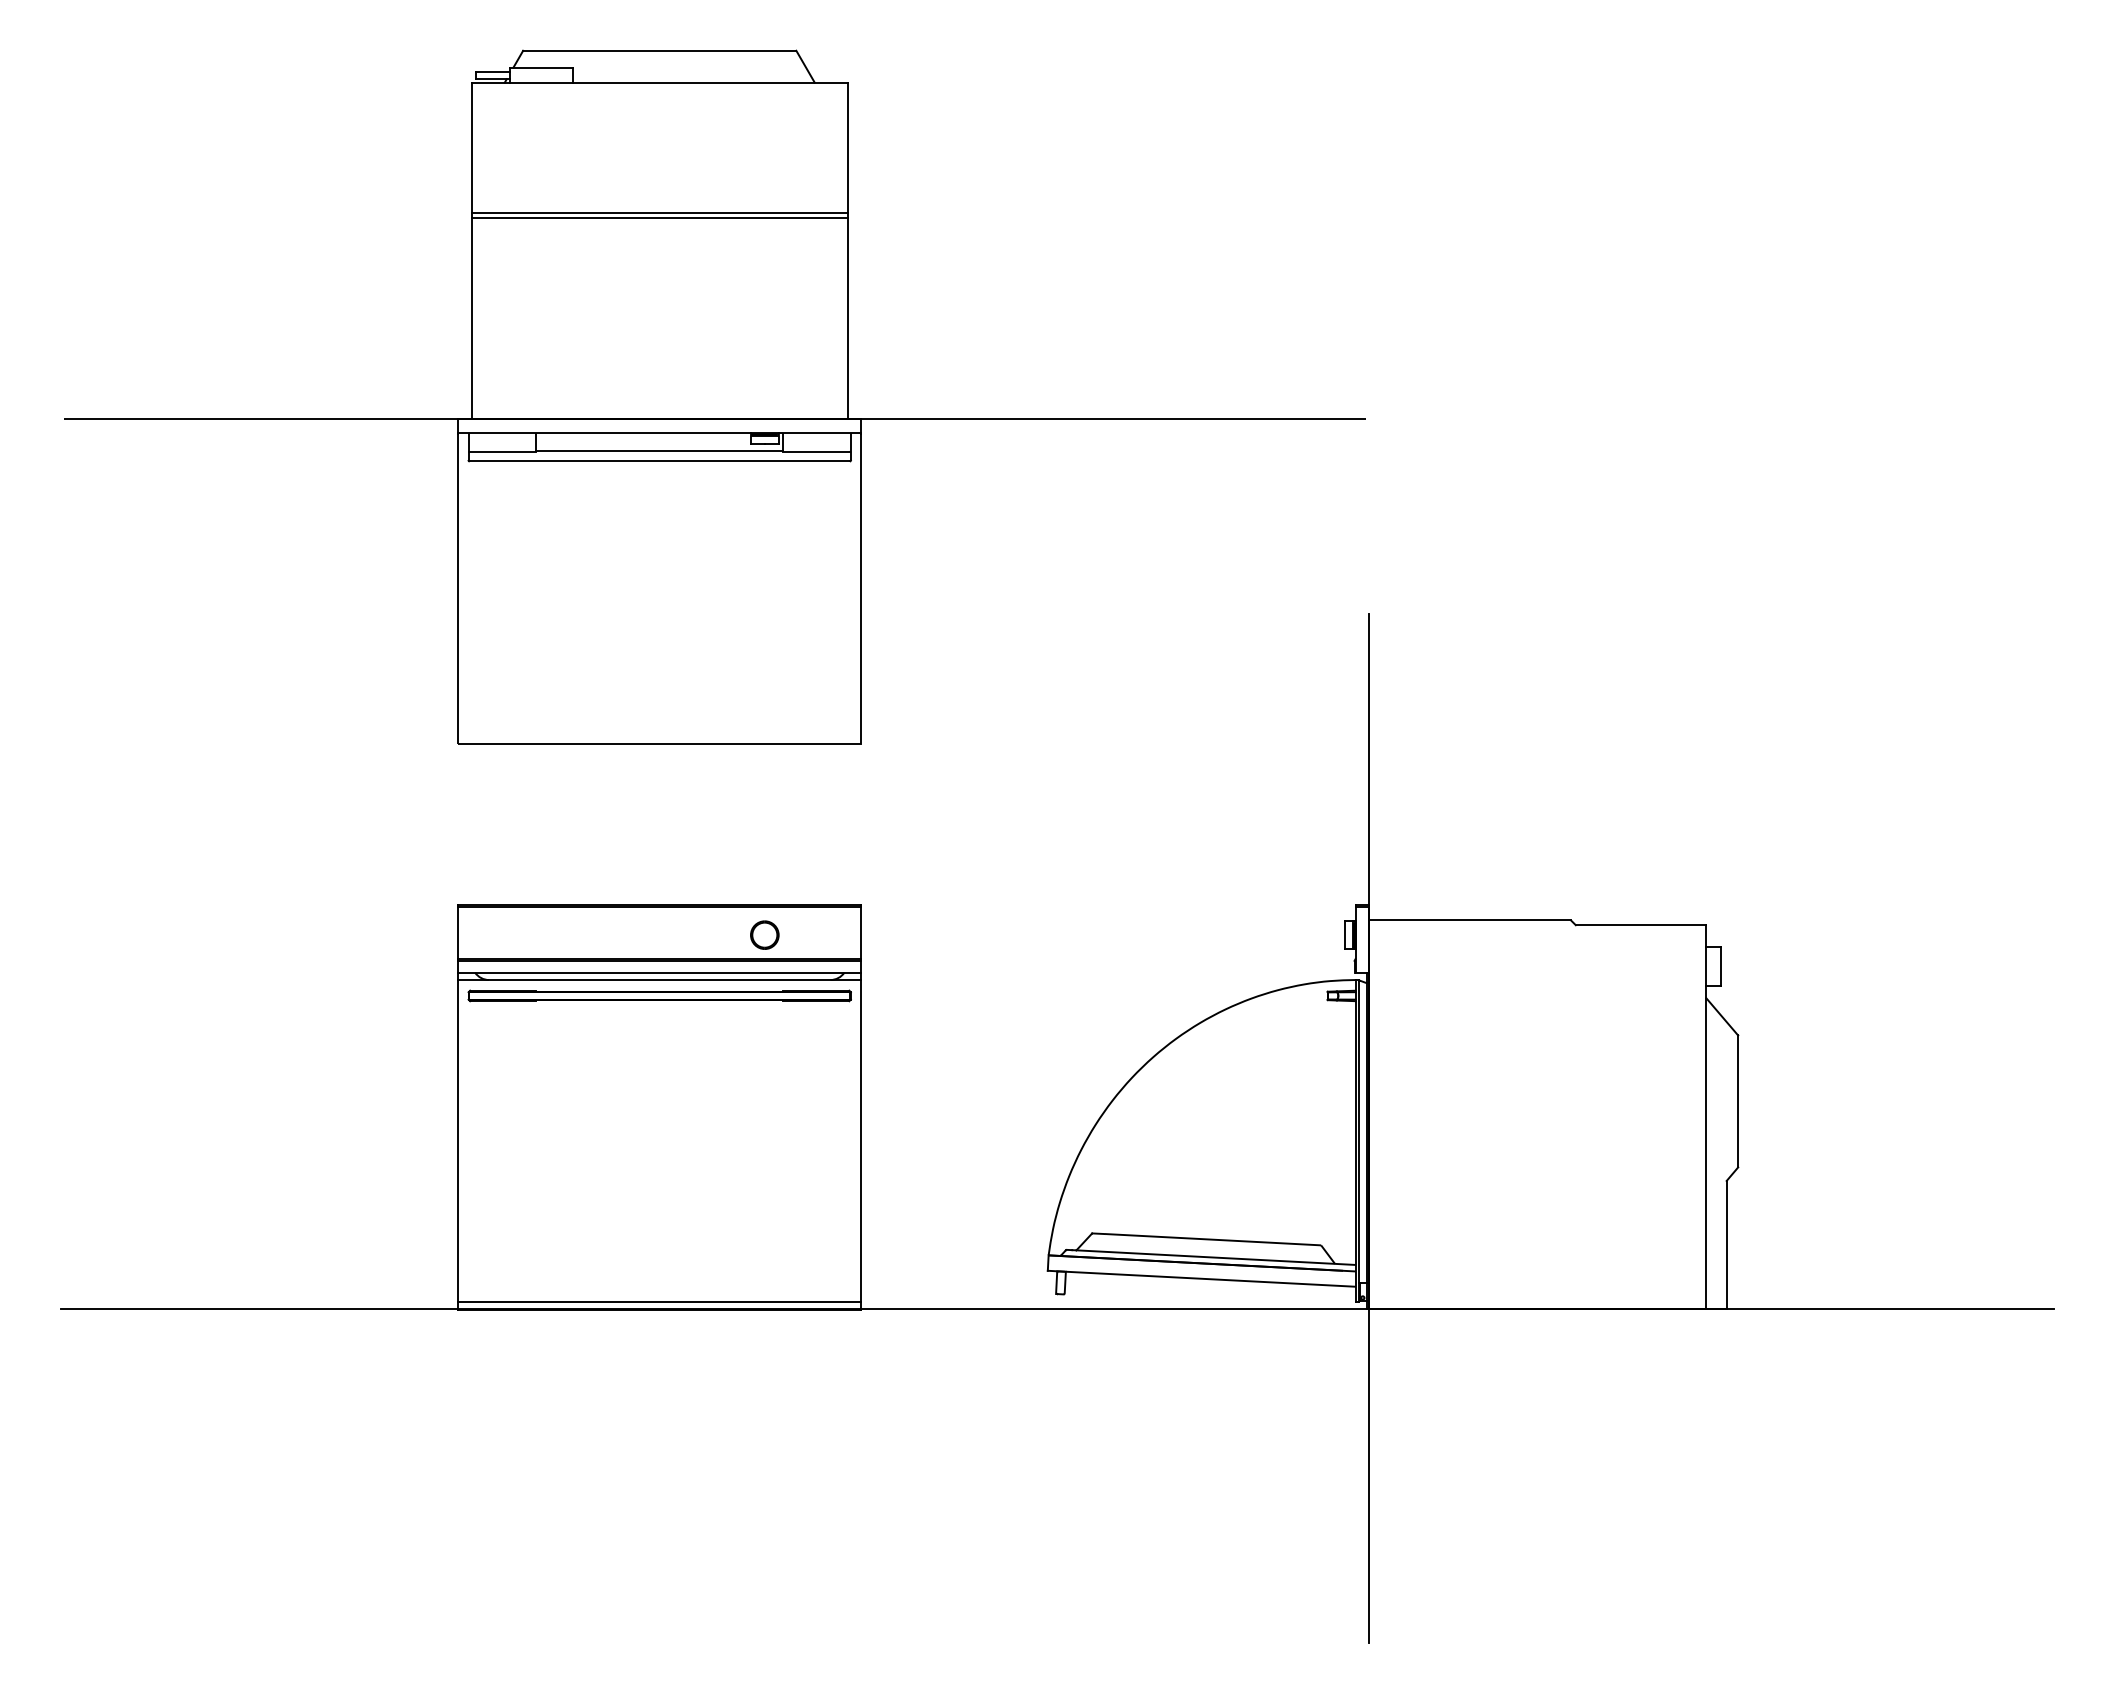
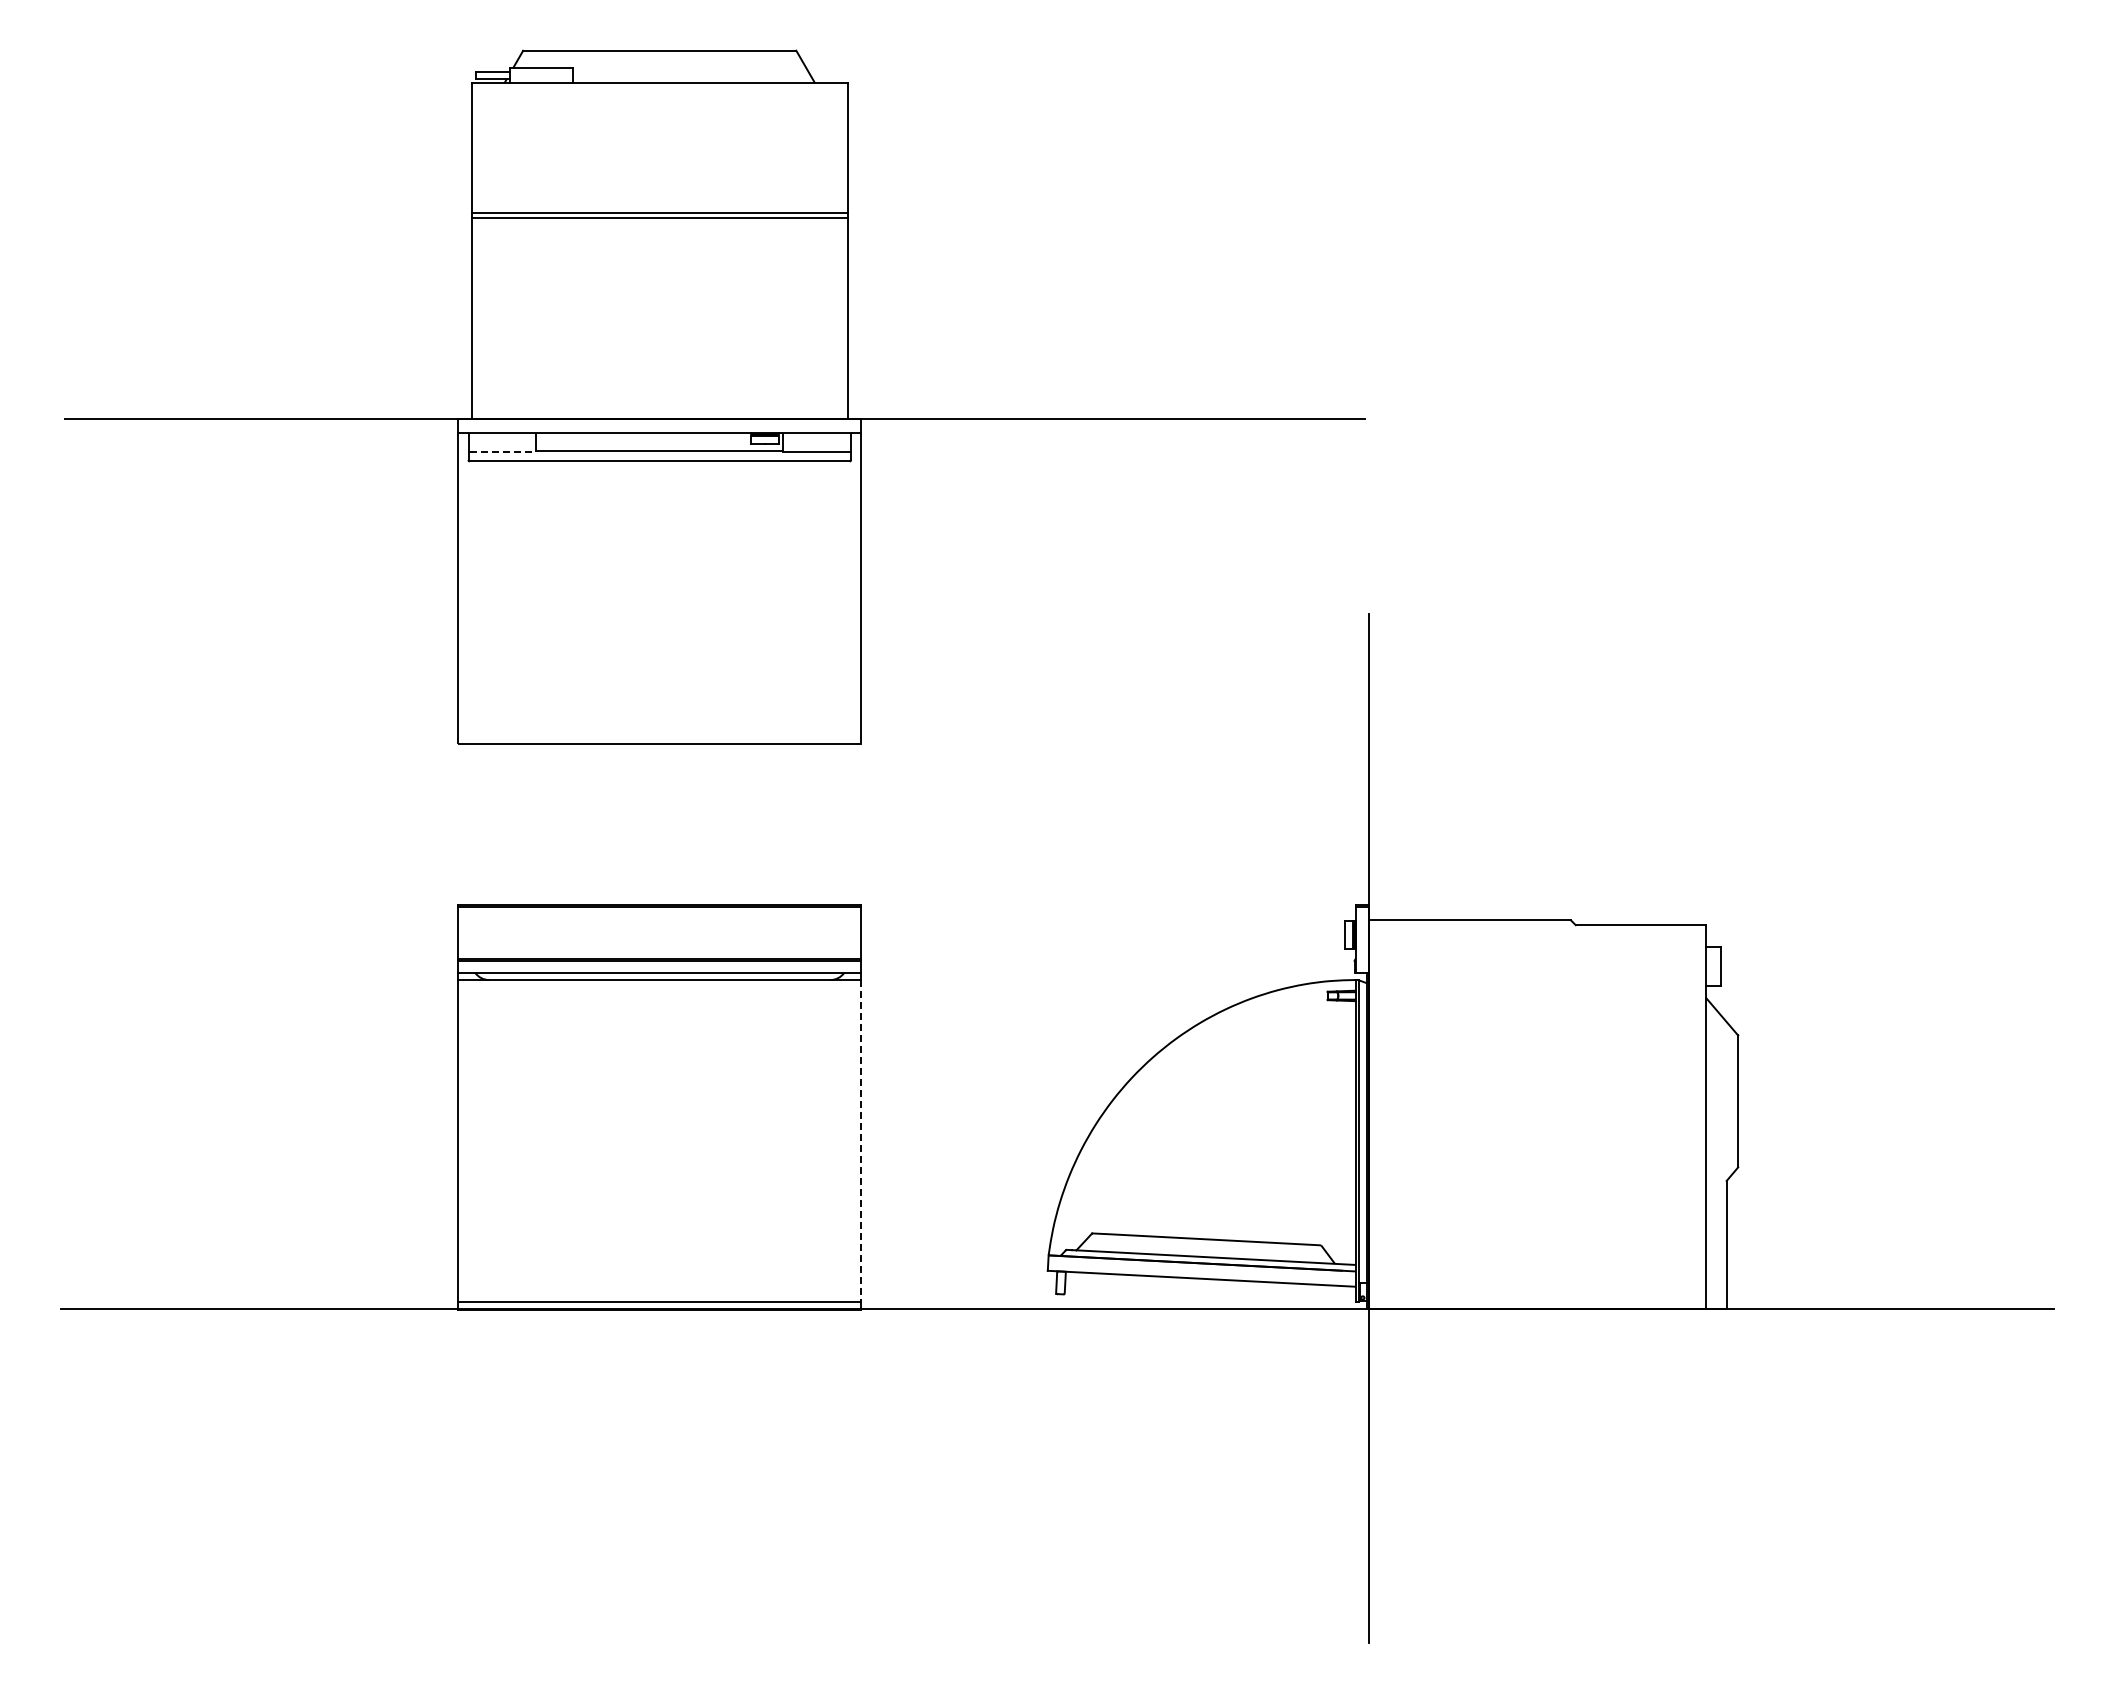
line at (503, 451): solid -> dashed
part at (764, 934): present -> none
part at (659, 995): present -> none
line at (861, 1140): solid -> dashed
